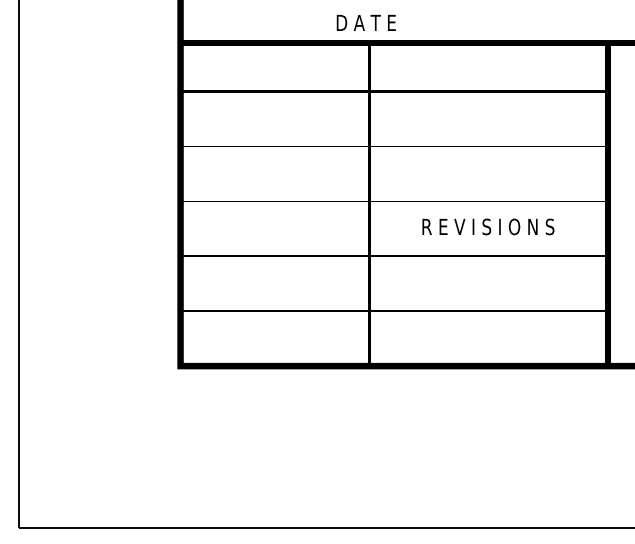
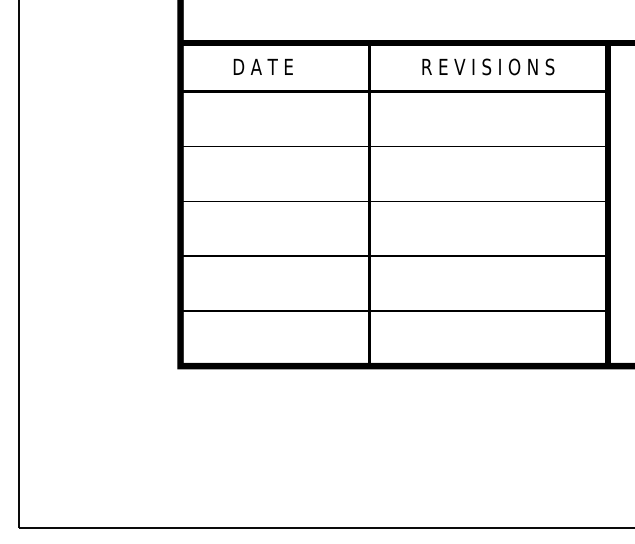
text at (365, 22) position: (365, 22) -> (262, 66)
text at (488, 226) position: (488, 226) -> (488, 66)
